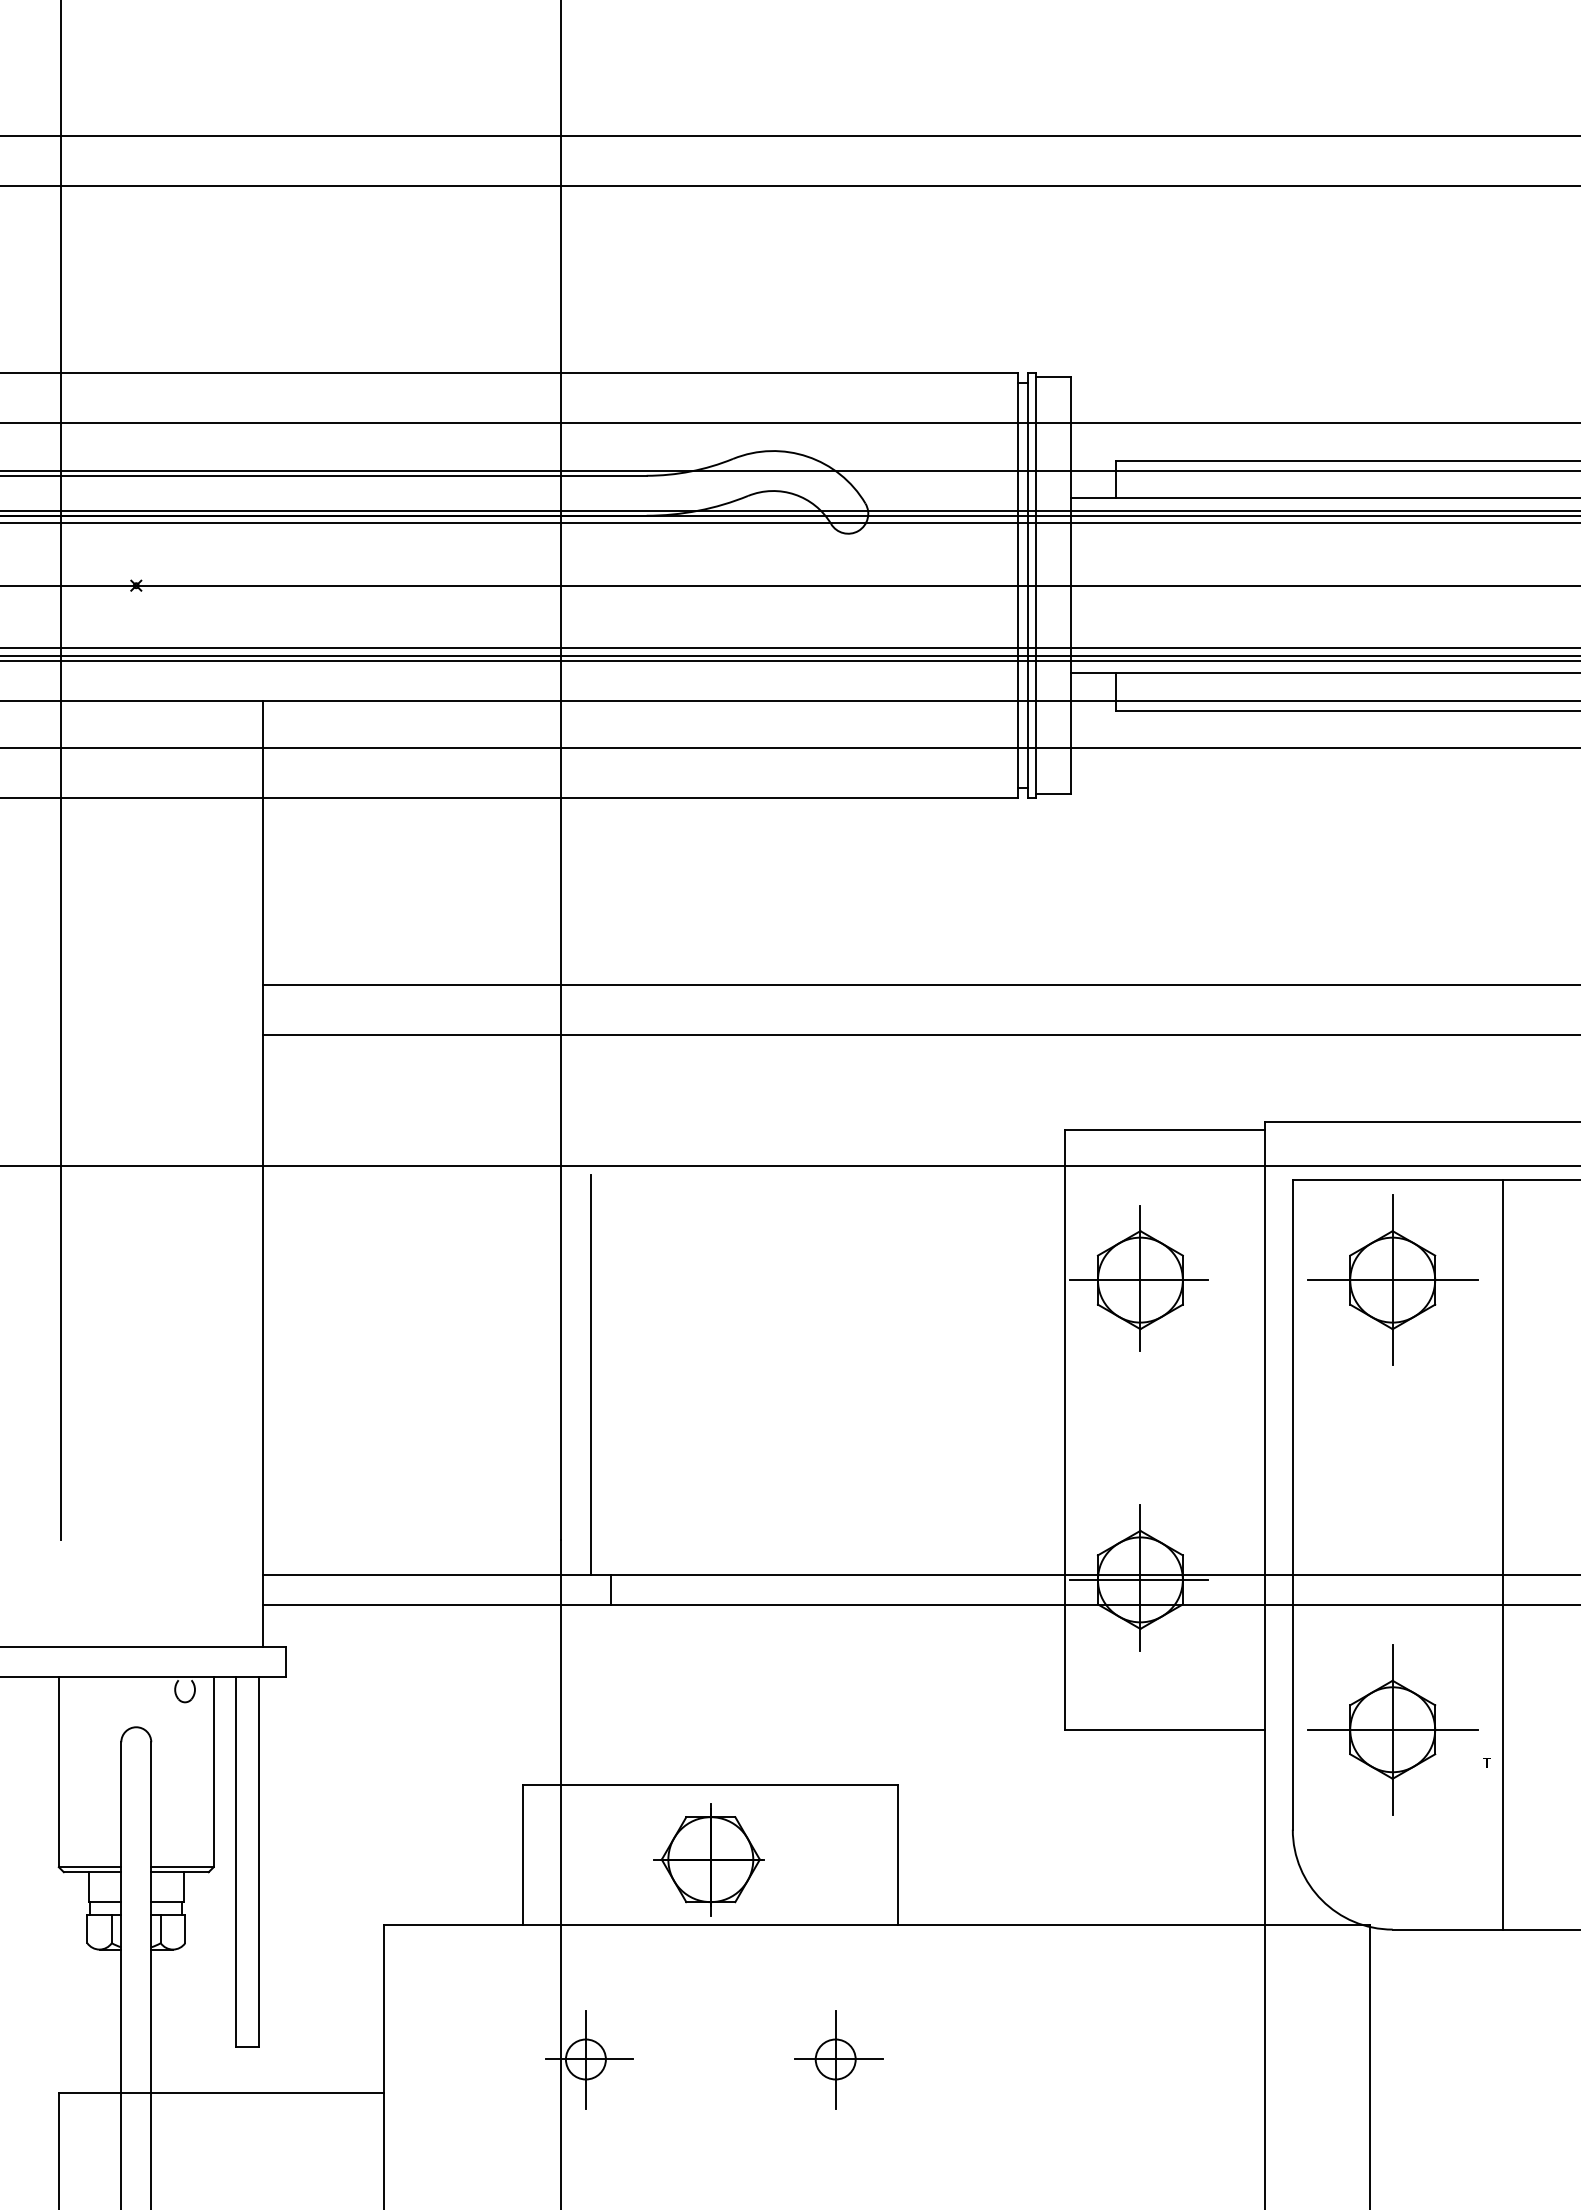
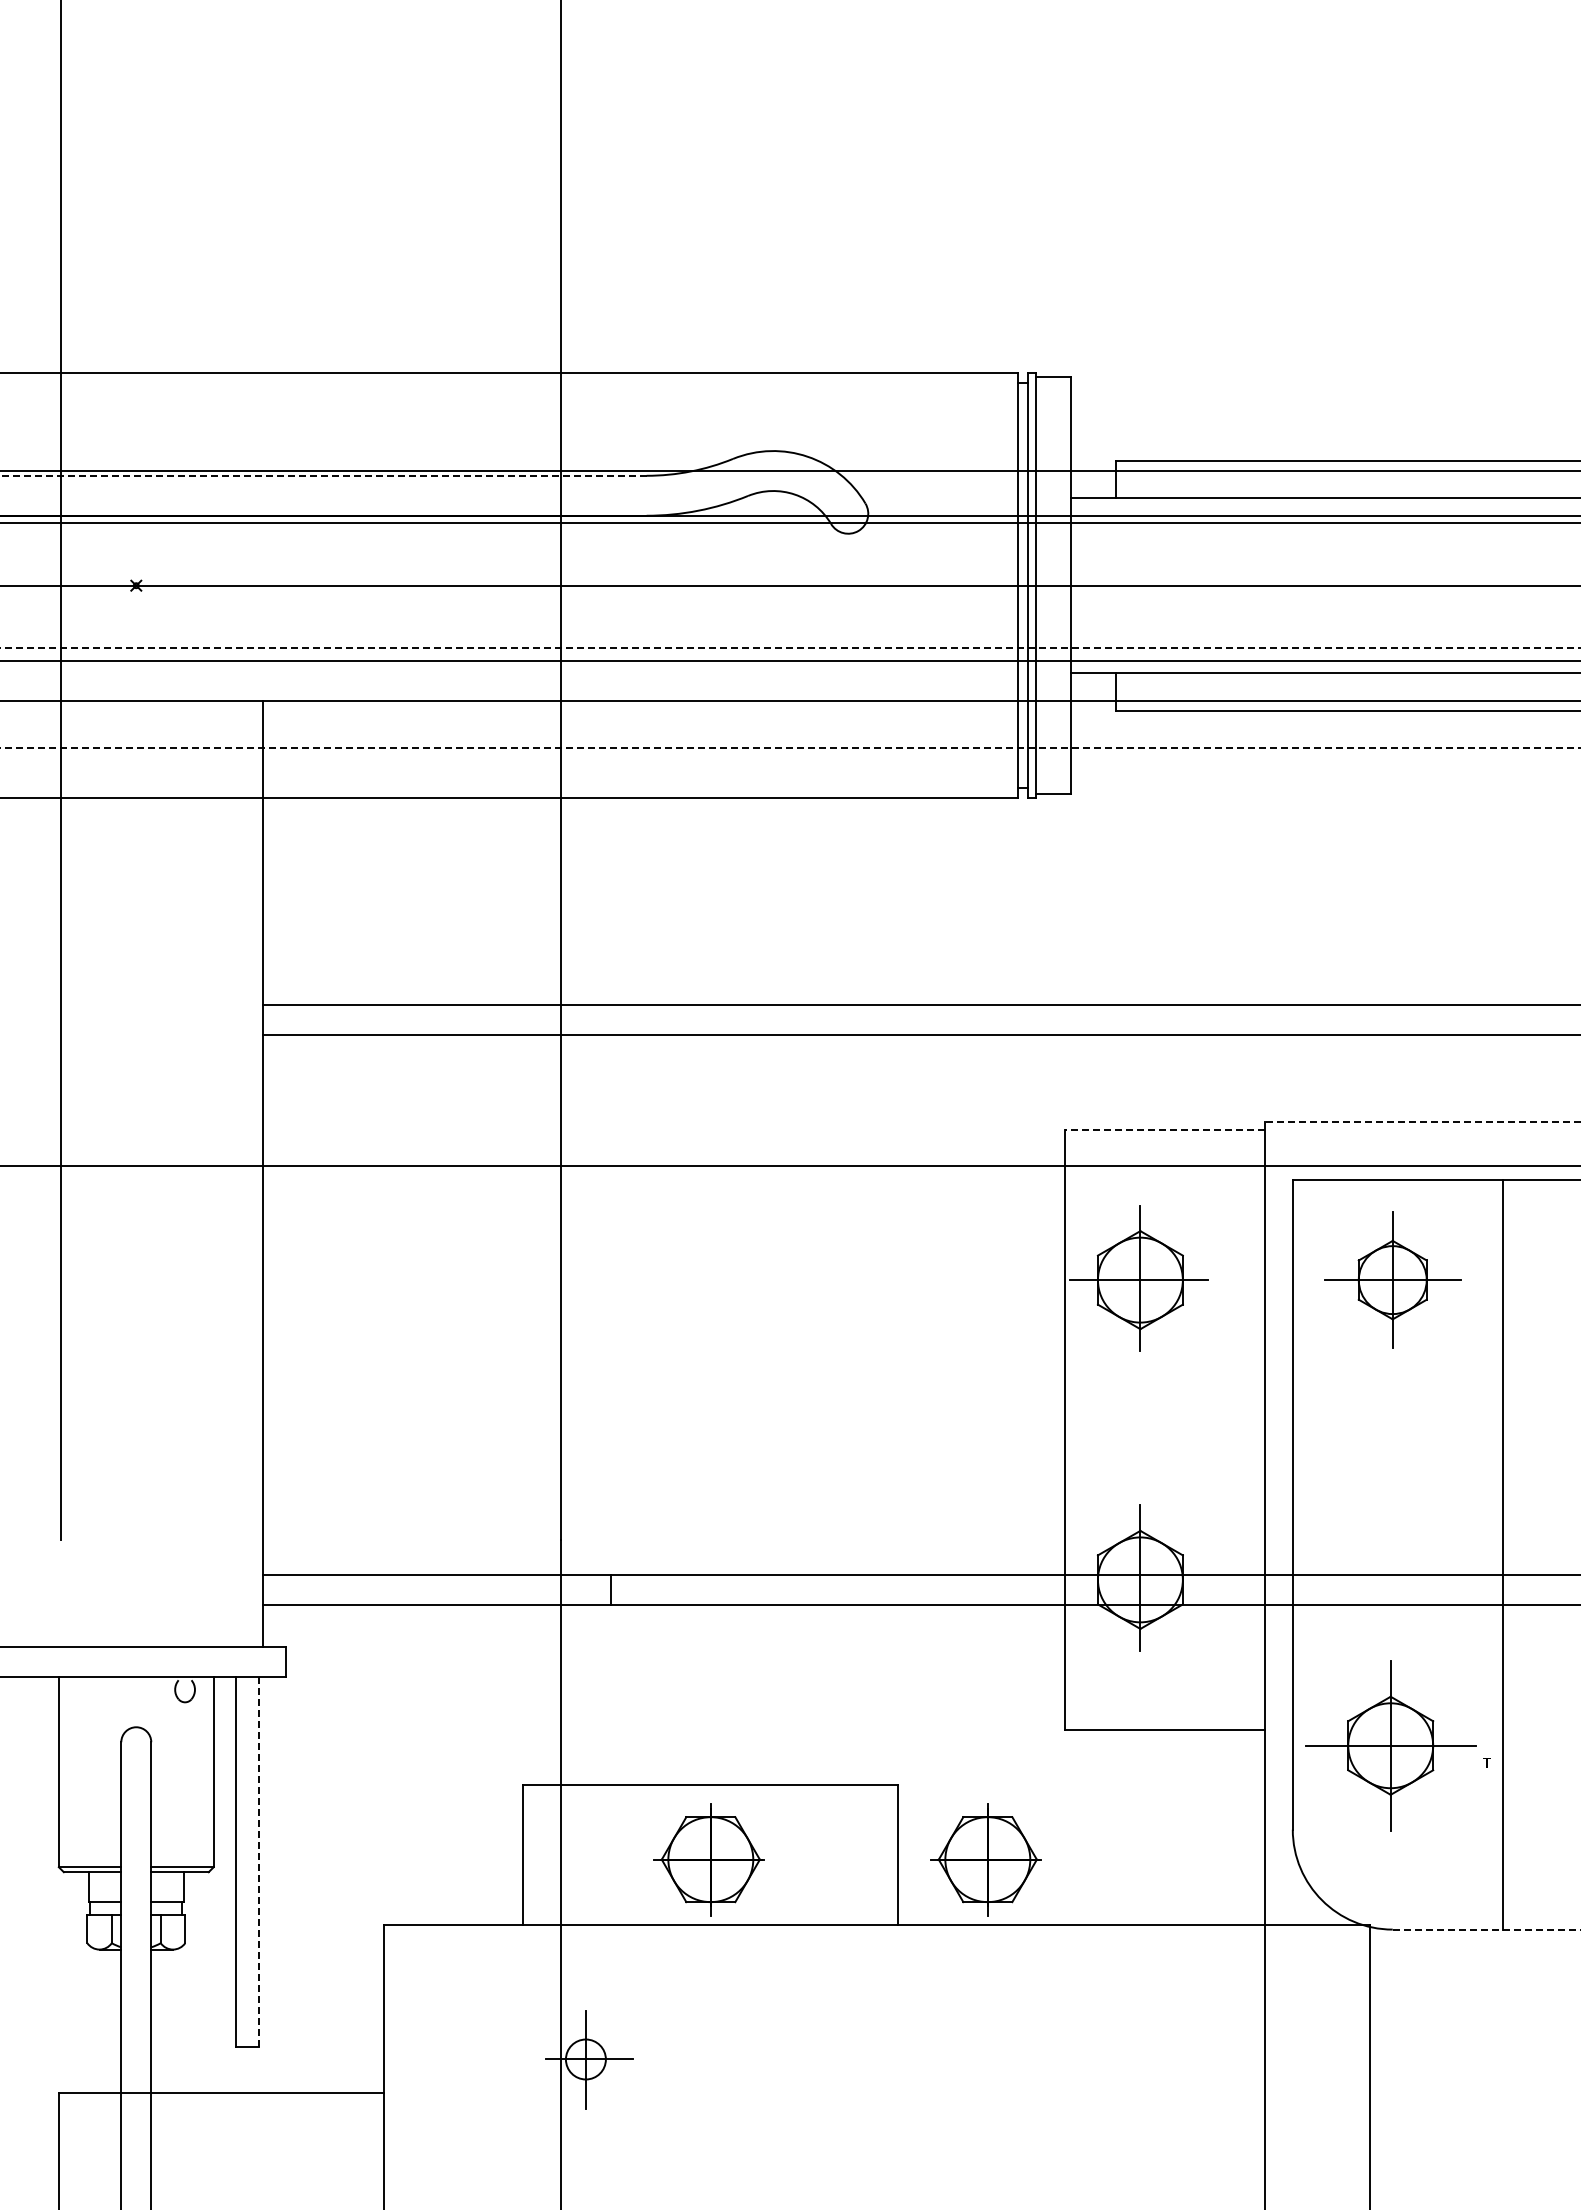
line at (789, 136): present -> none
line at (789, 186): present -> none
line at (789, 423): present -> none
line at (323, 475): solid -> dashed
line at (789, 510): present -> none
line at (790, 648): solid -> dashed
line at (789, 655): present -> none
line at (790, 748): solid -> dashed
line at (920, 985) position: (920, 985) -> (920, 1005)
line at (1422, 1122): solid -> dashed
line at (1165, 1130): solid -> dashed
part at (1392, 1279) size: 172x172 px -> 138x138 px
line at (590, 1374): present -> none
line at (1138, 1579): present -> none
part at (1392, 1729) position: (1392, 1729) -> (1390, 1745)
part at (985, 1859): none -> present
line at (258, 1862): solid -> dashed
line at (1486, 1929): solid -> dashed
part at (838, 2059): present -> none
